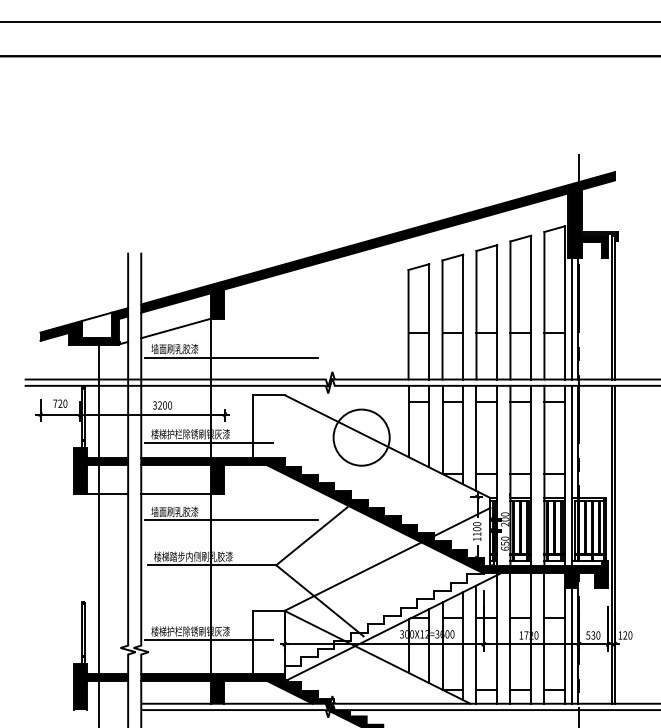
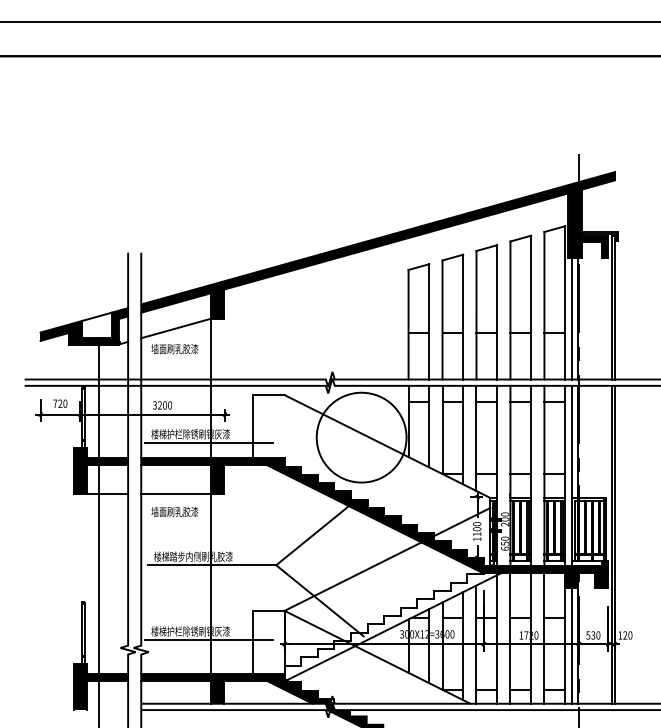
line at (231, 357): present -> none
circle at (361, 437) diameter: 56 px -> 90 px
line at (231, 520): present -> none
